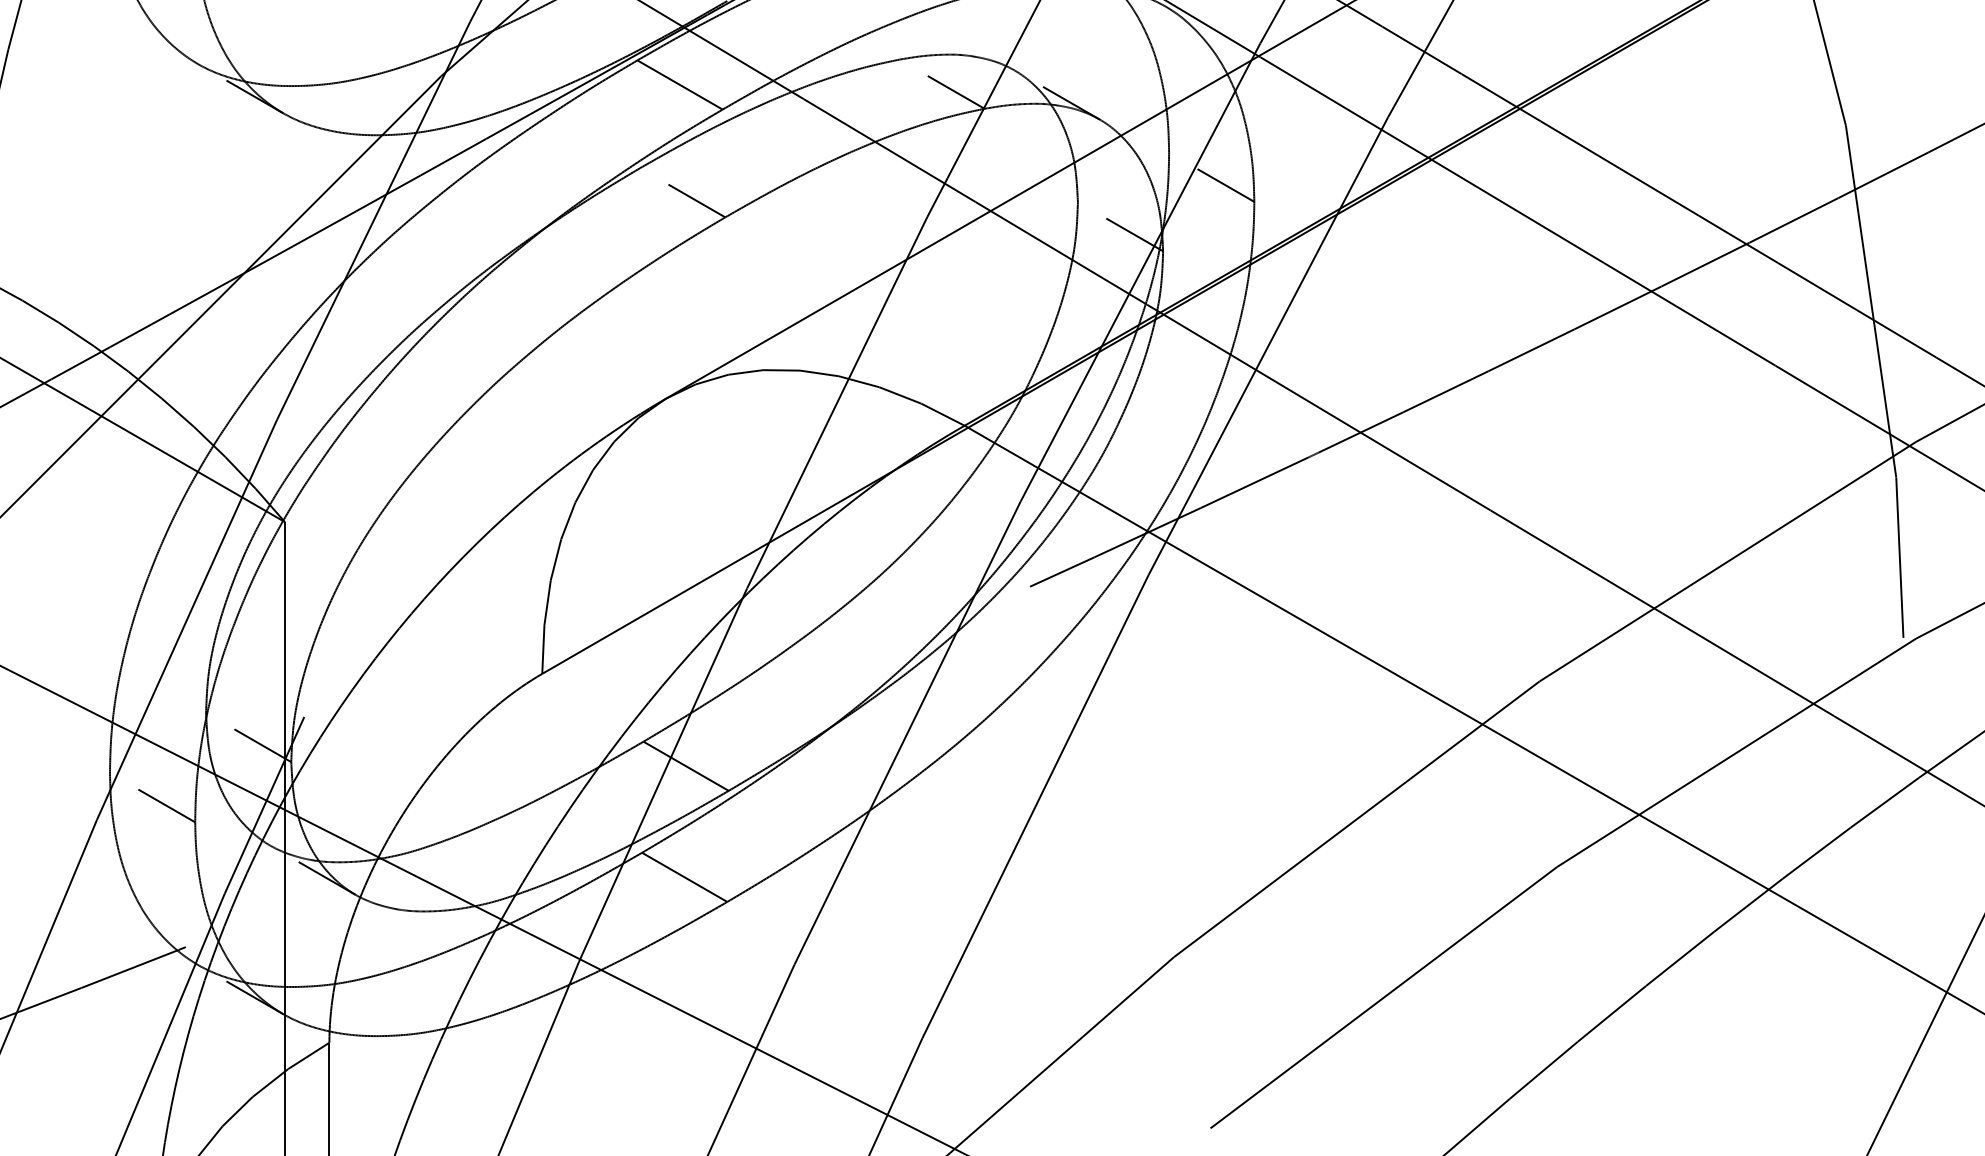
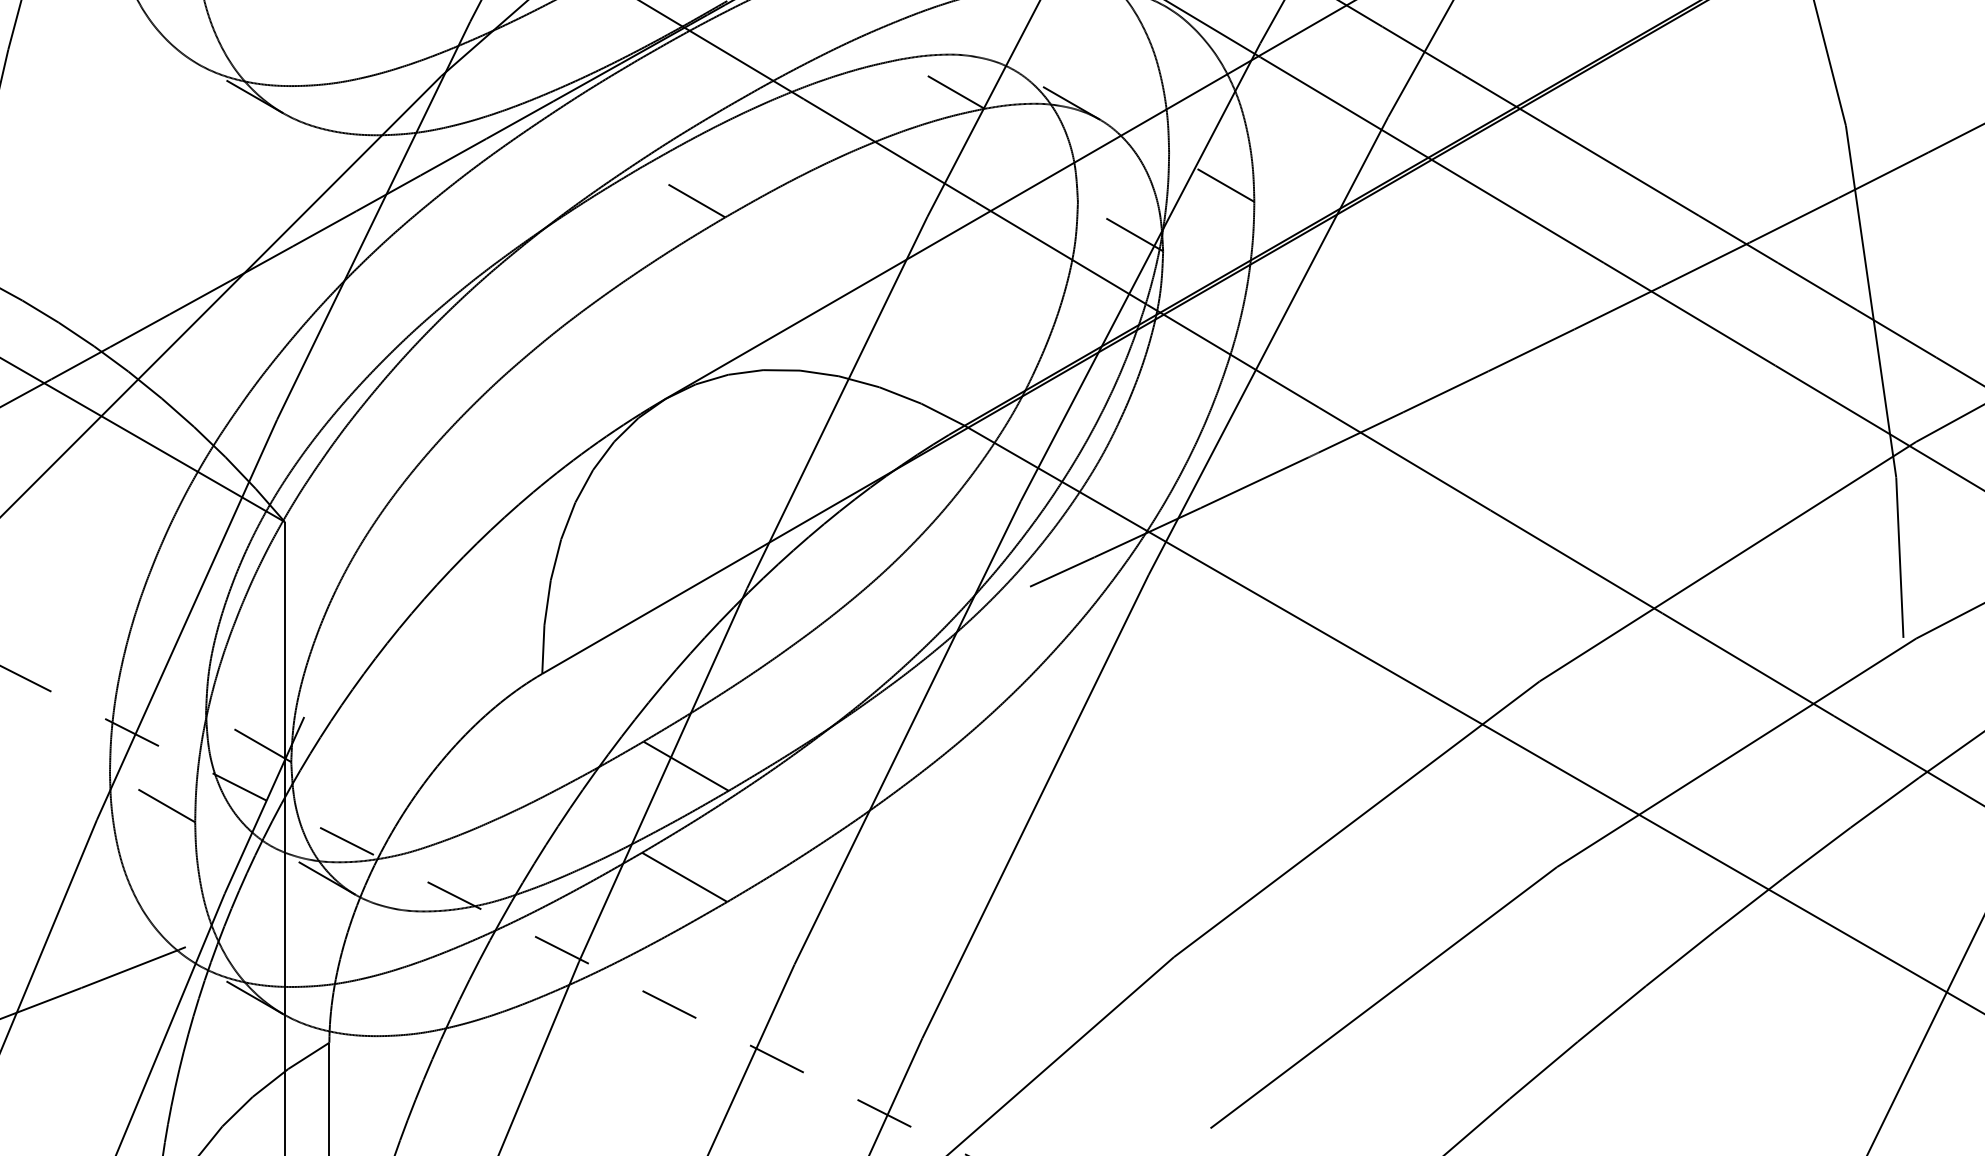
line at (679, 84): present -> none
line at (484, 910): solid -> dashed
